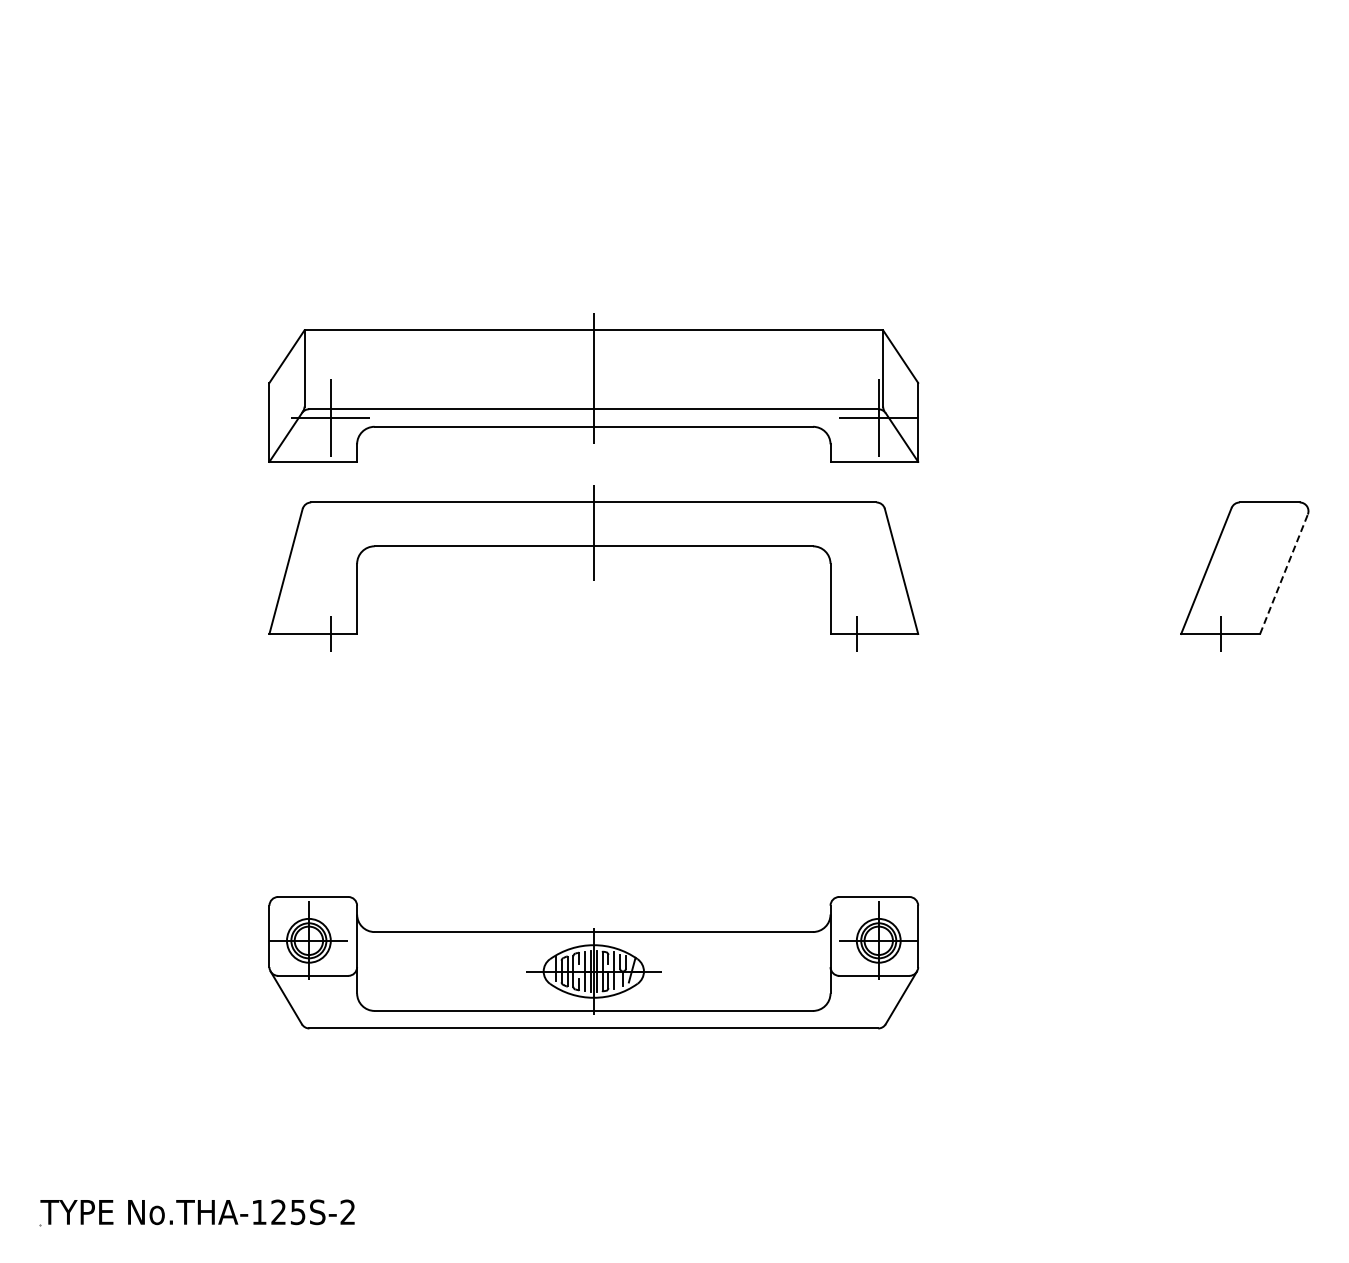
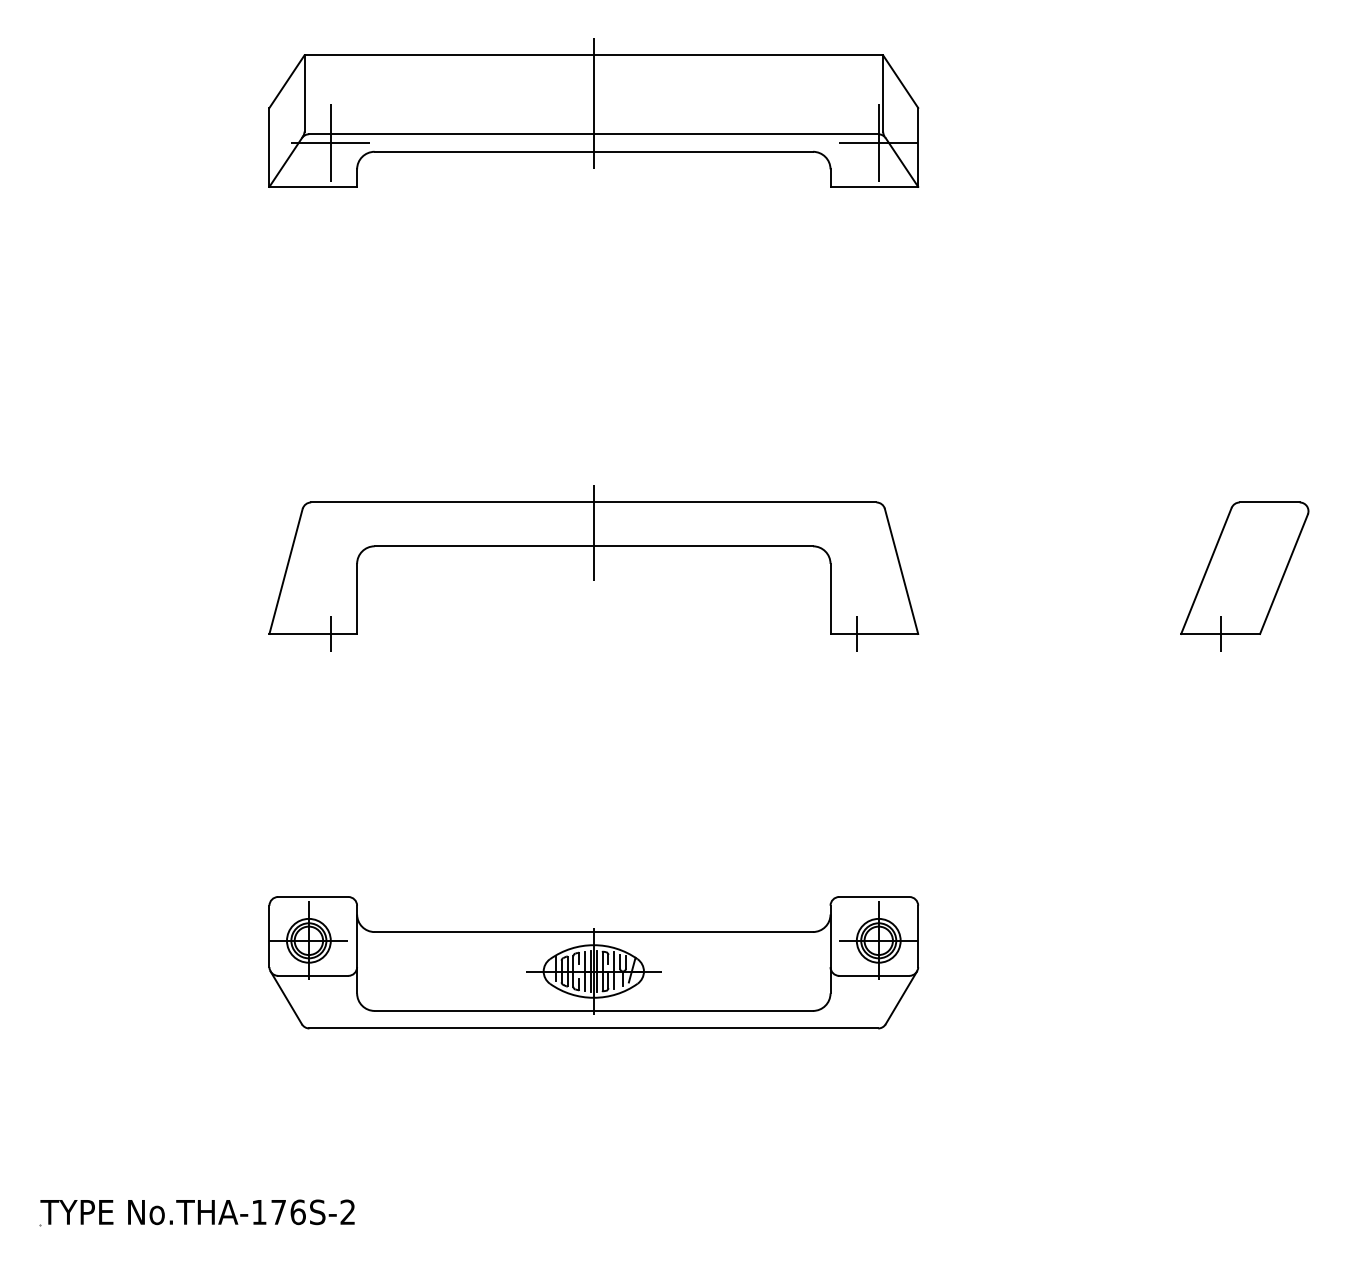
part at (593, 387) position: (593, 387) -> (593, 112)
line at (1284, 573): dashed -> solid
text at (288, 1212): No.THA-125S-2 -> No.THA-176S-2
